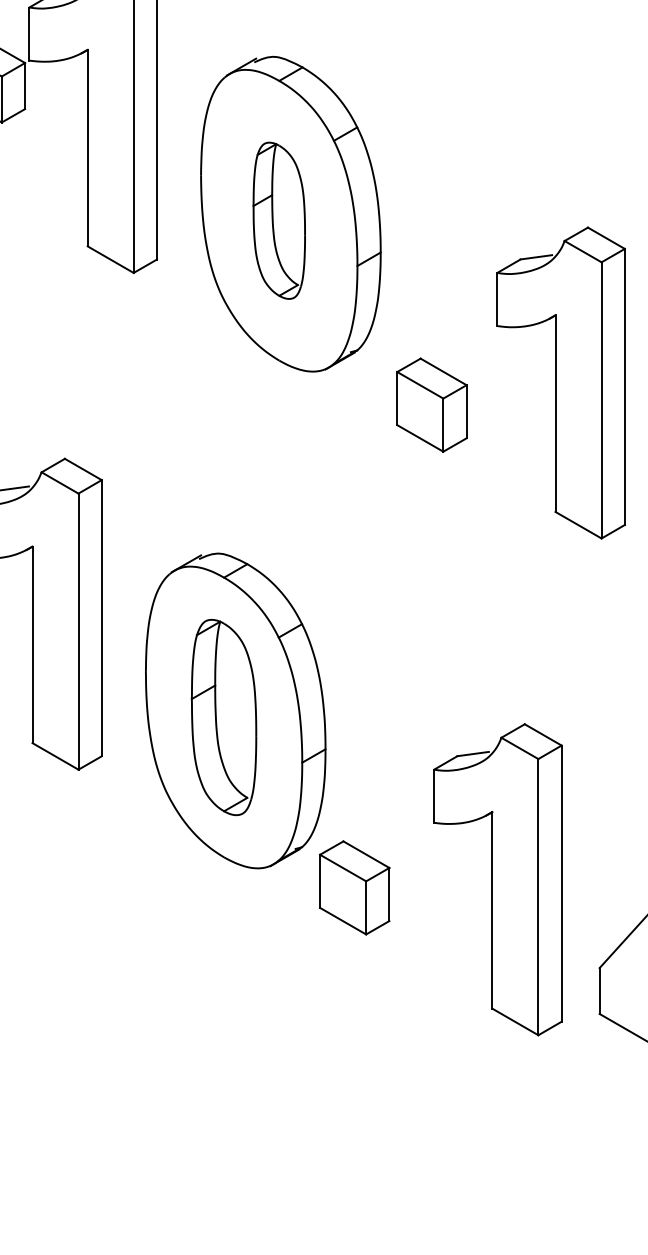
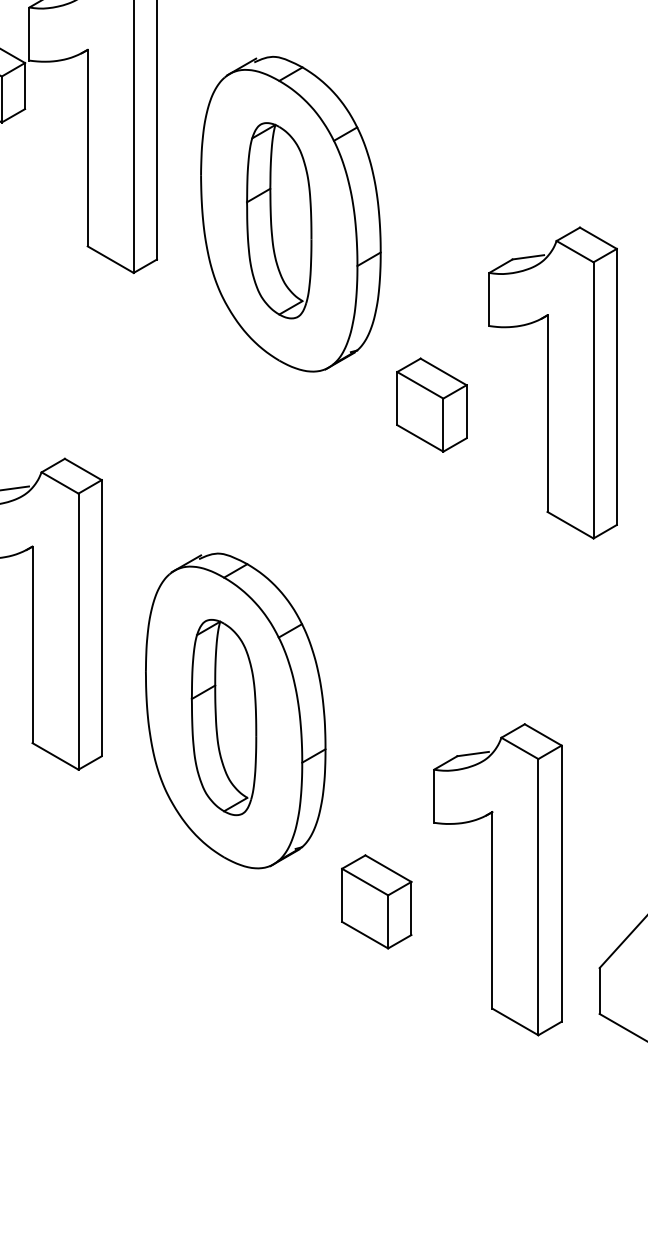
part at (278, 220) size: 54x159 px -> 67x198 px
part at (560, 382) position: (560, 382) -> (552, 382)
part at (354, 887) position: (354, 887) -> (376, 901)
